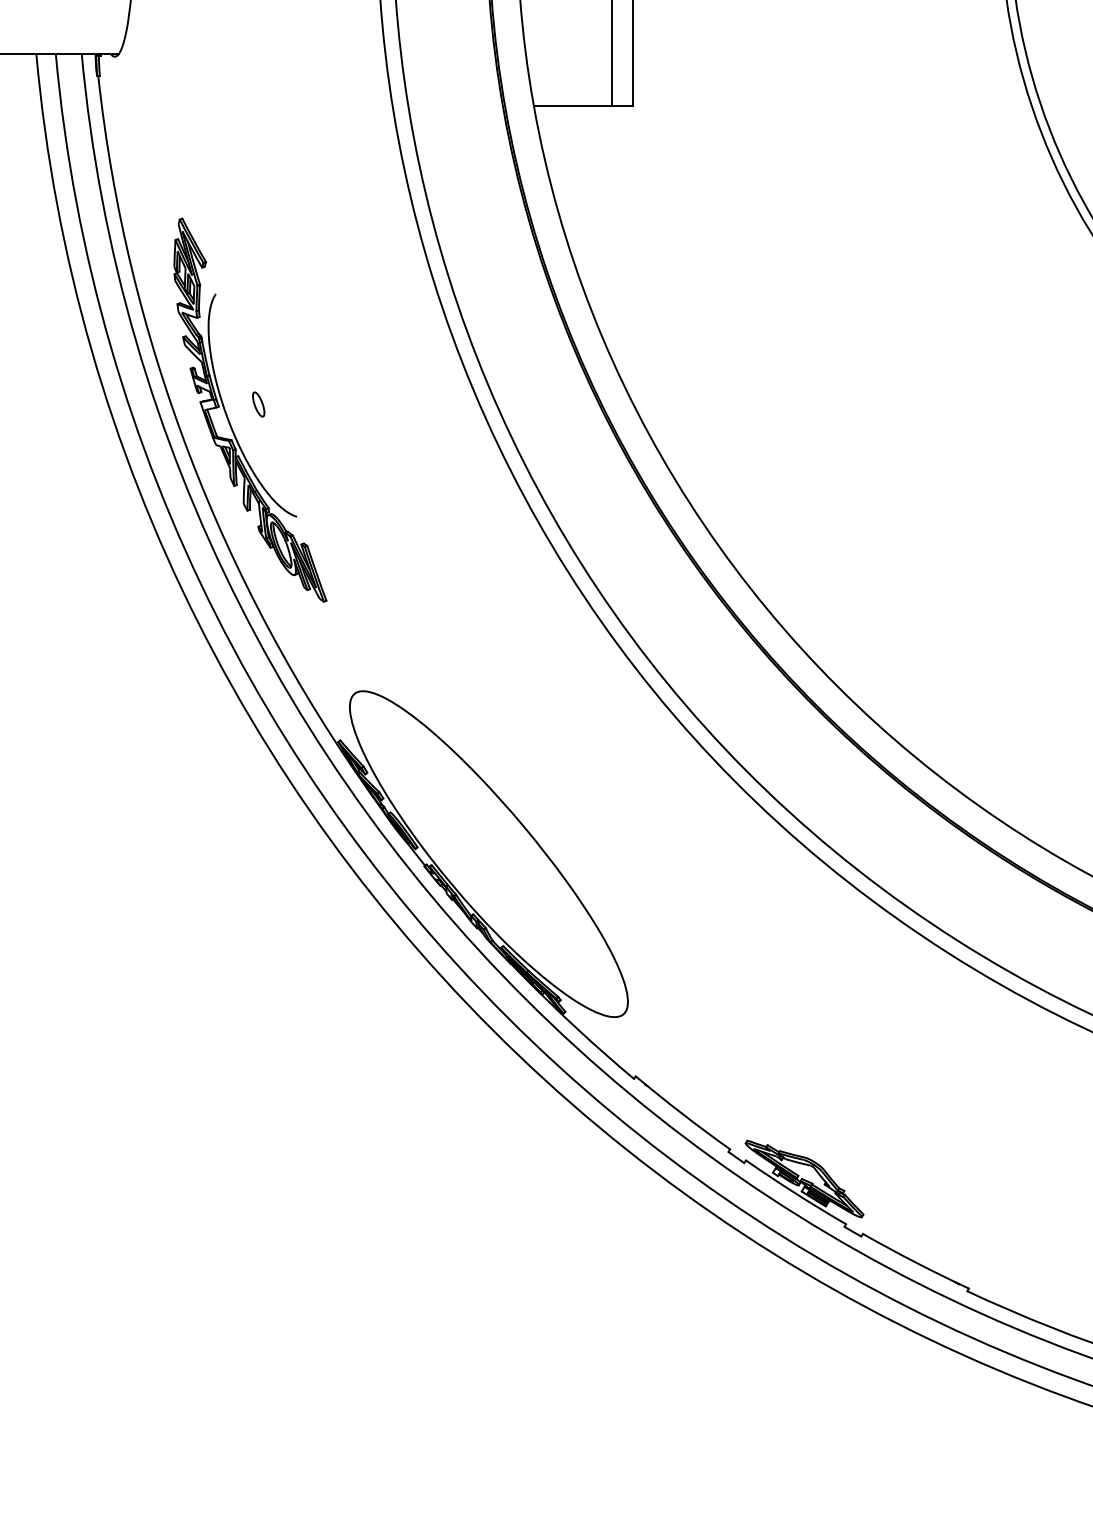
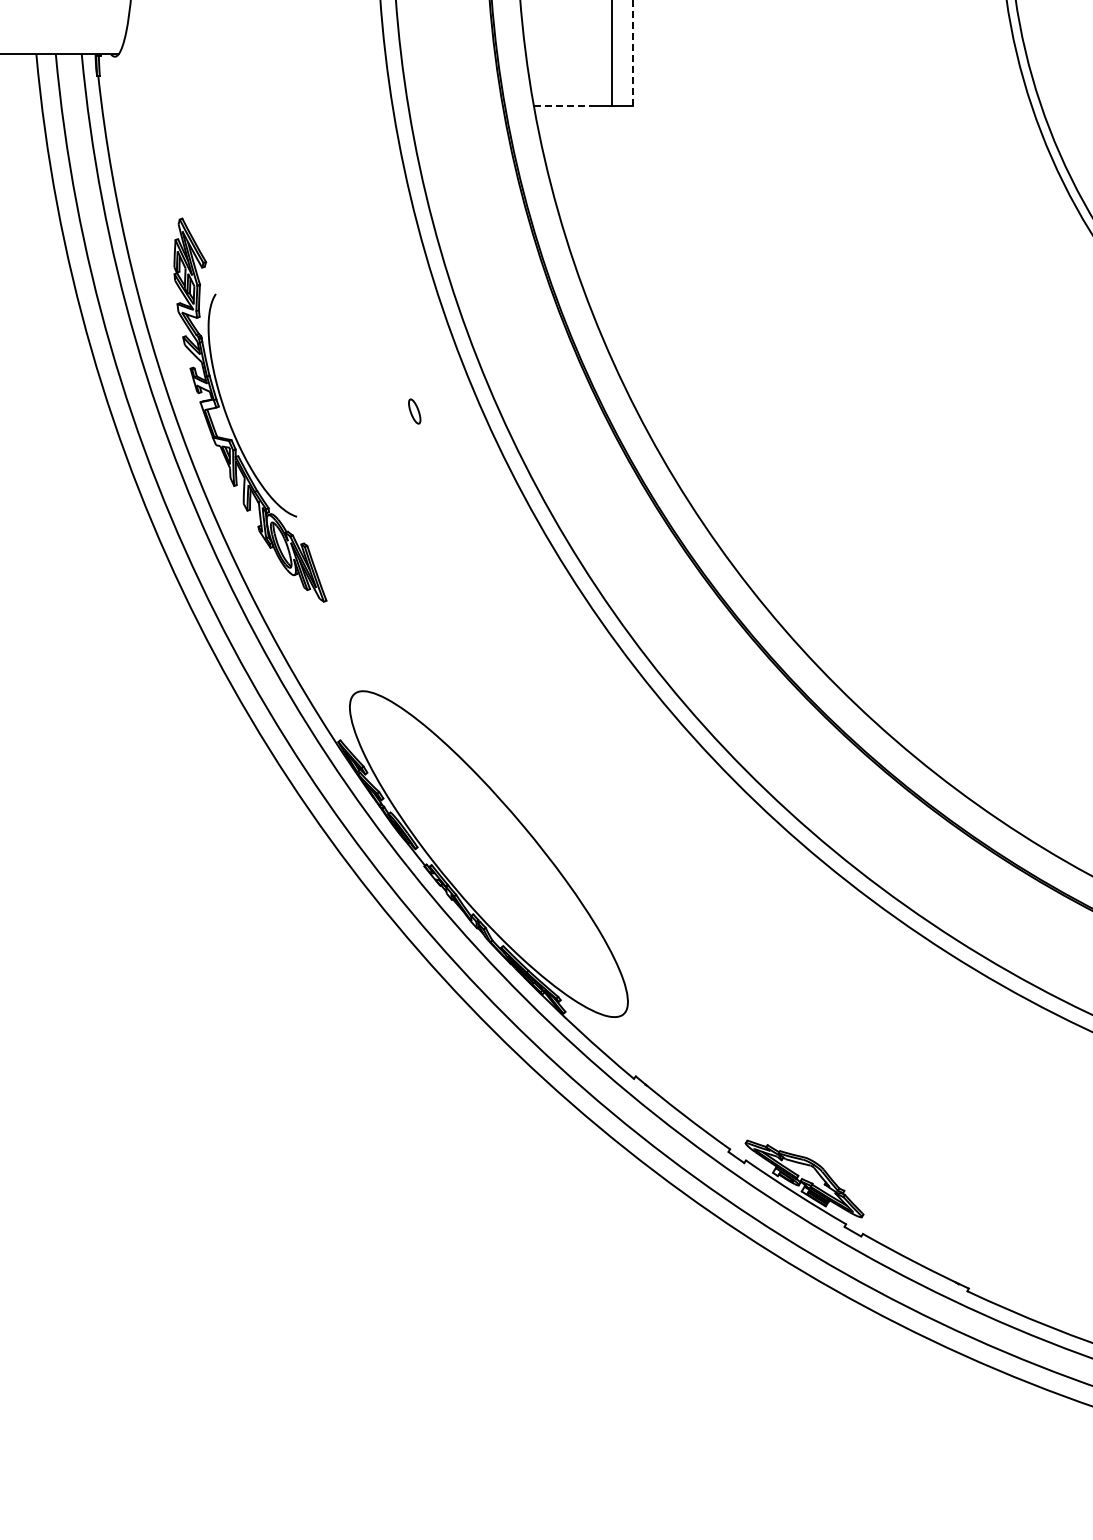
line at (632, 52): solid -> dashed
line at (562, 105): solid -> dashed
part at (258, 404) position: (258, 404) -> (414, 411)
